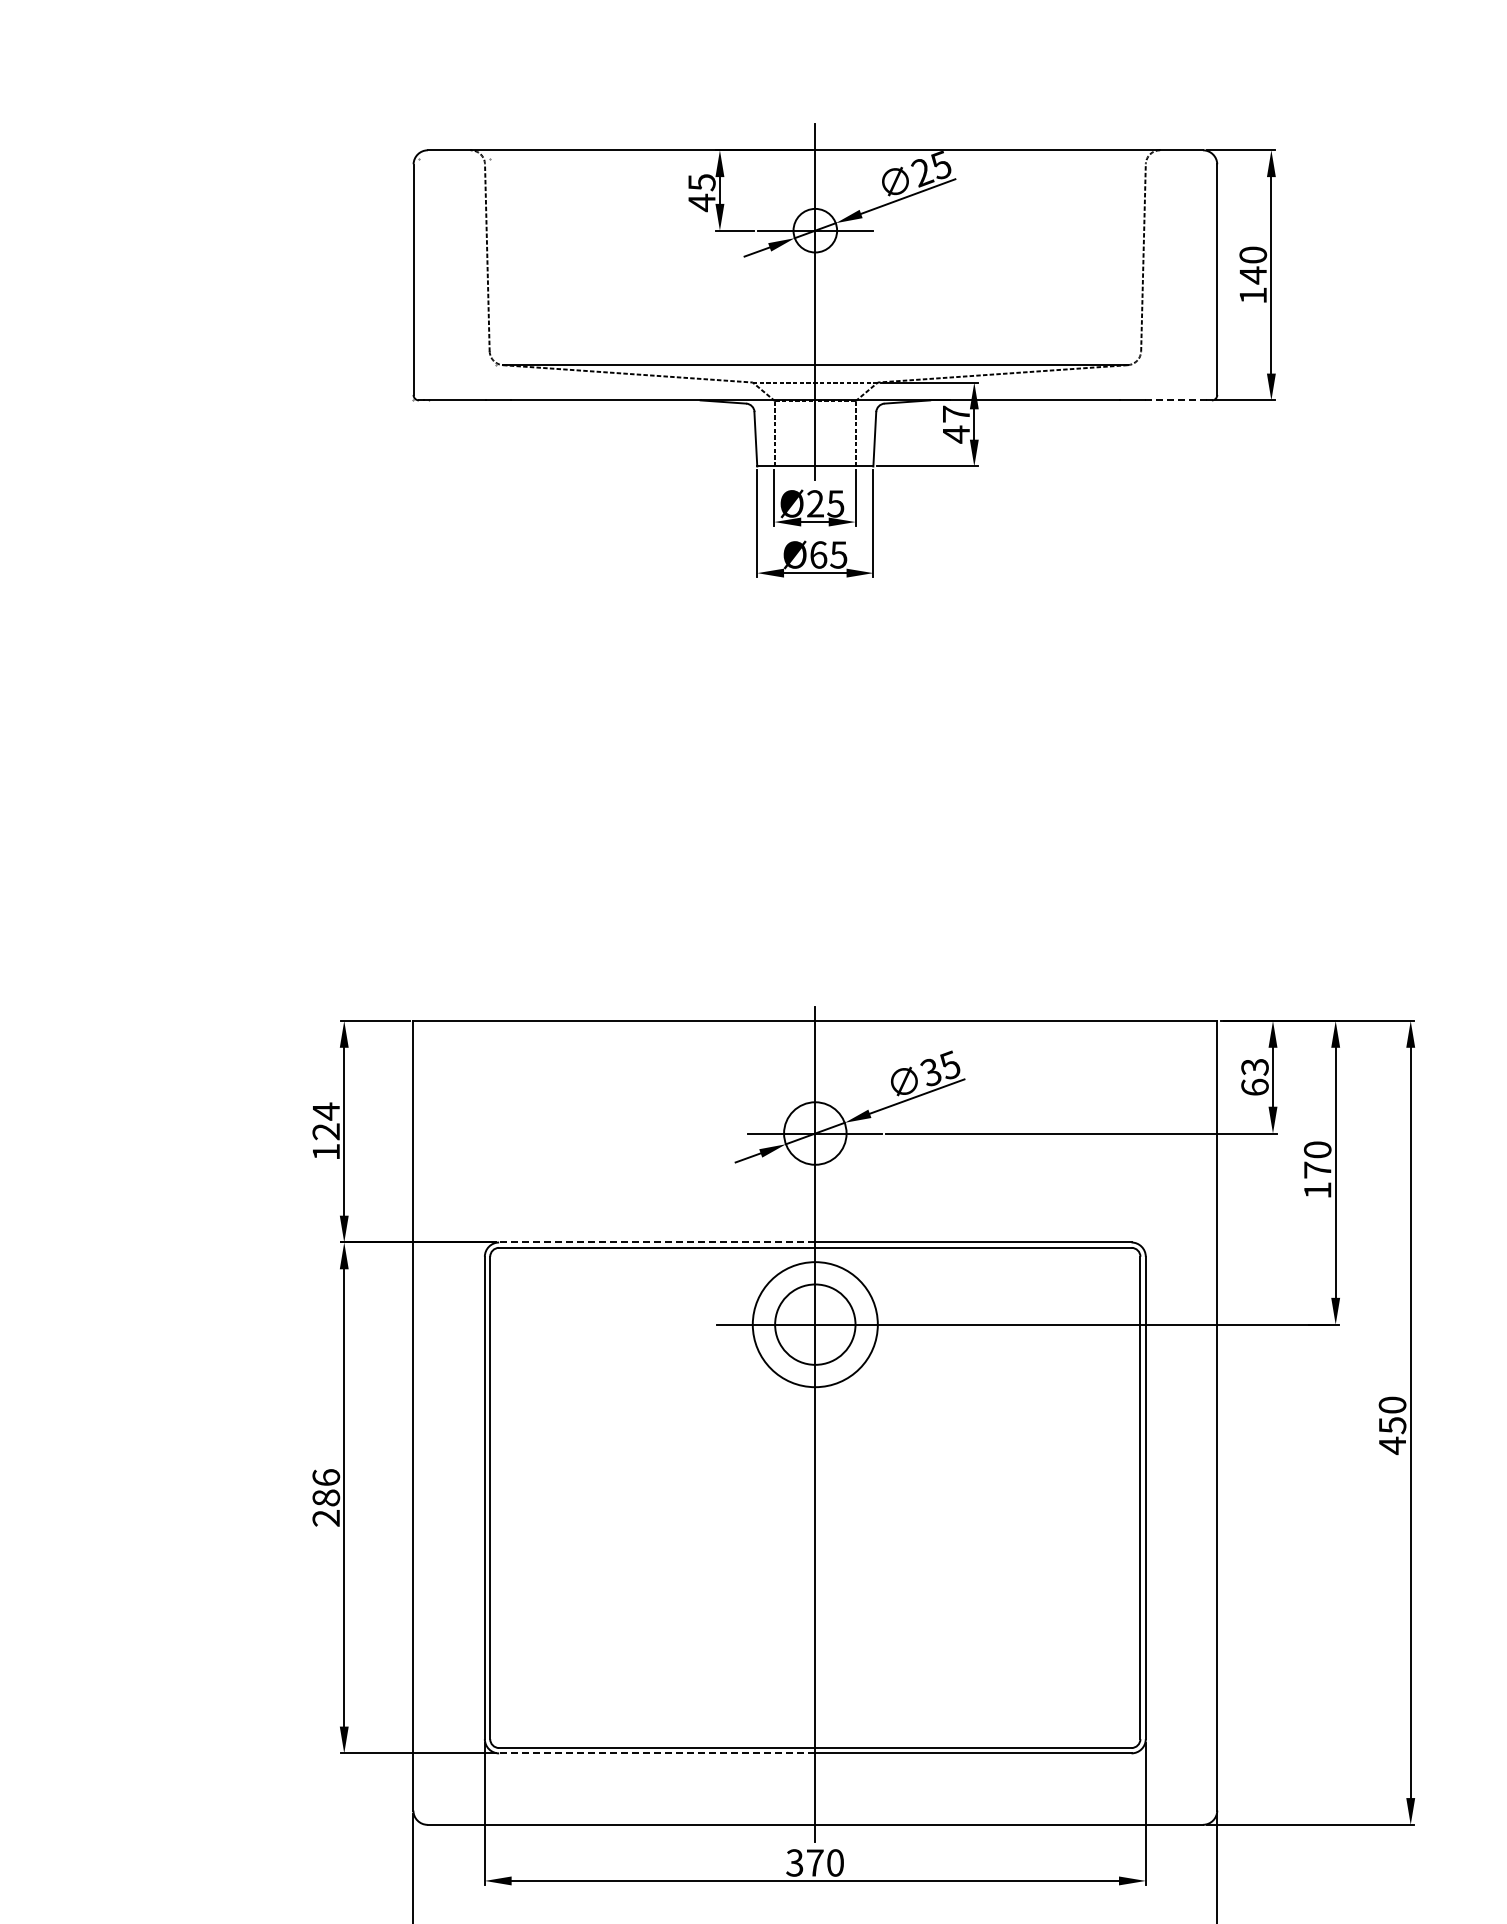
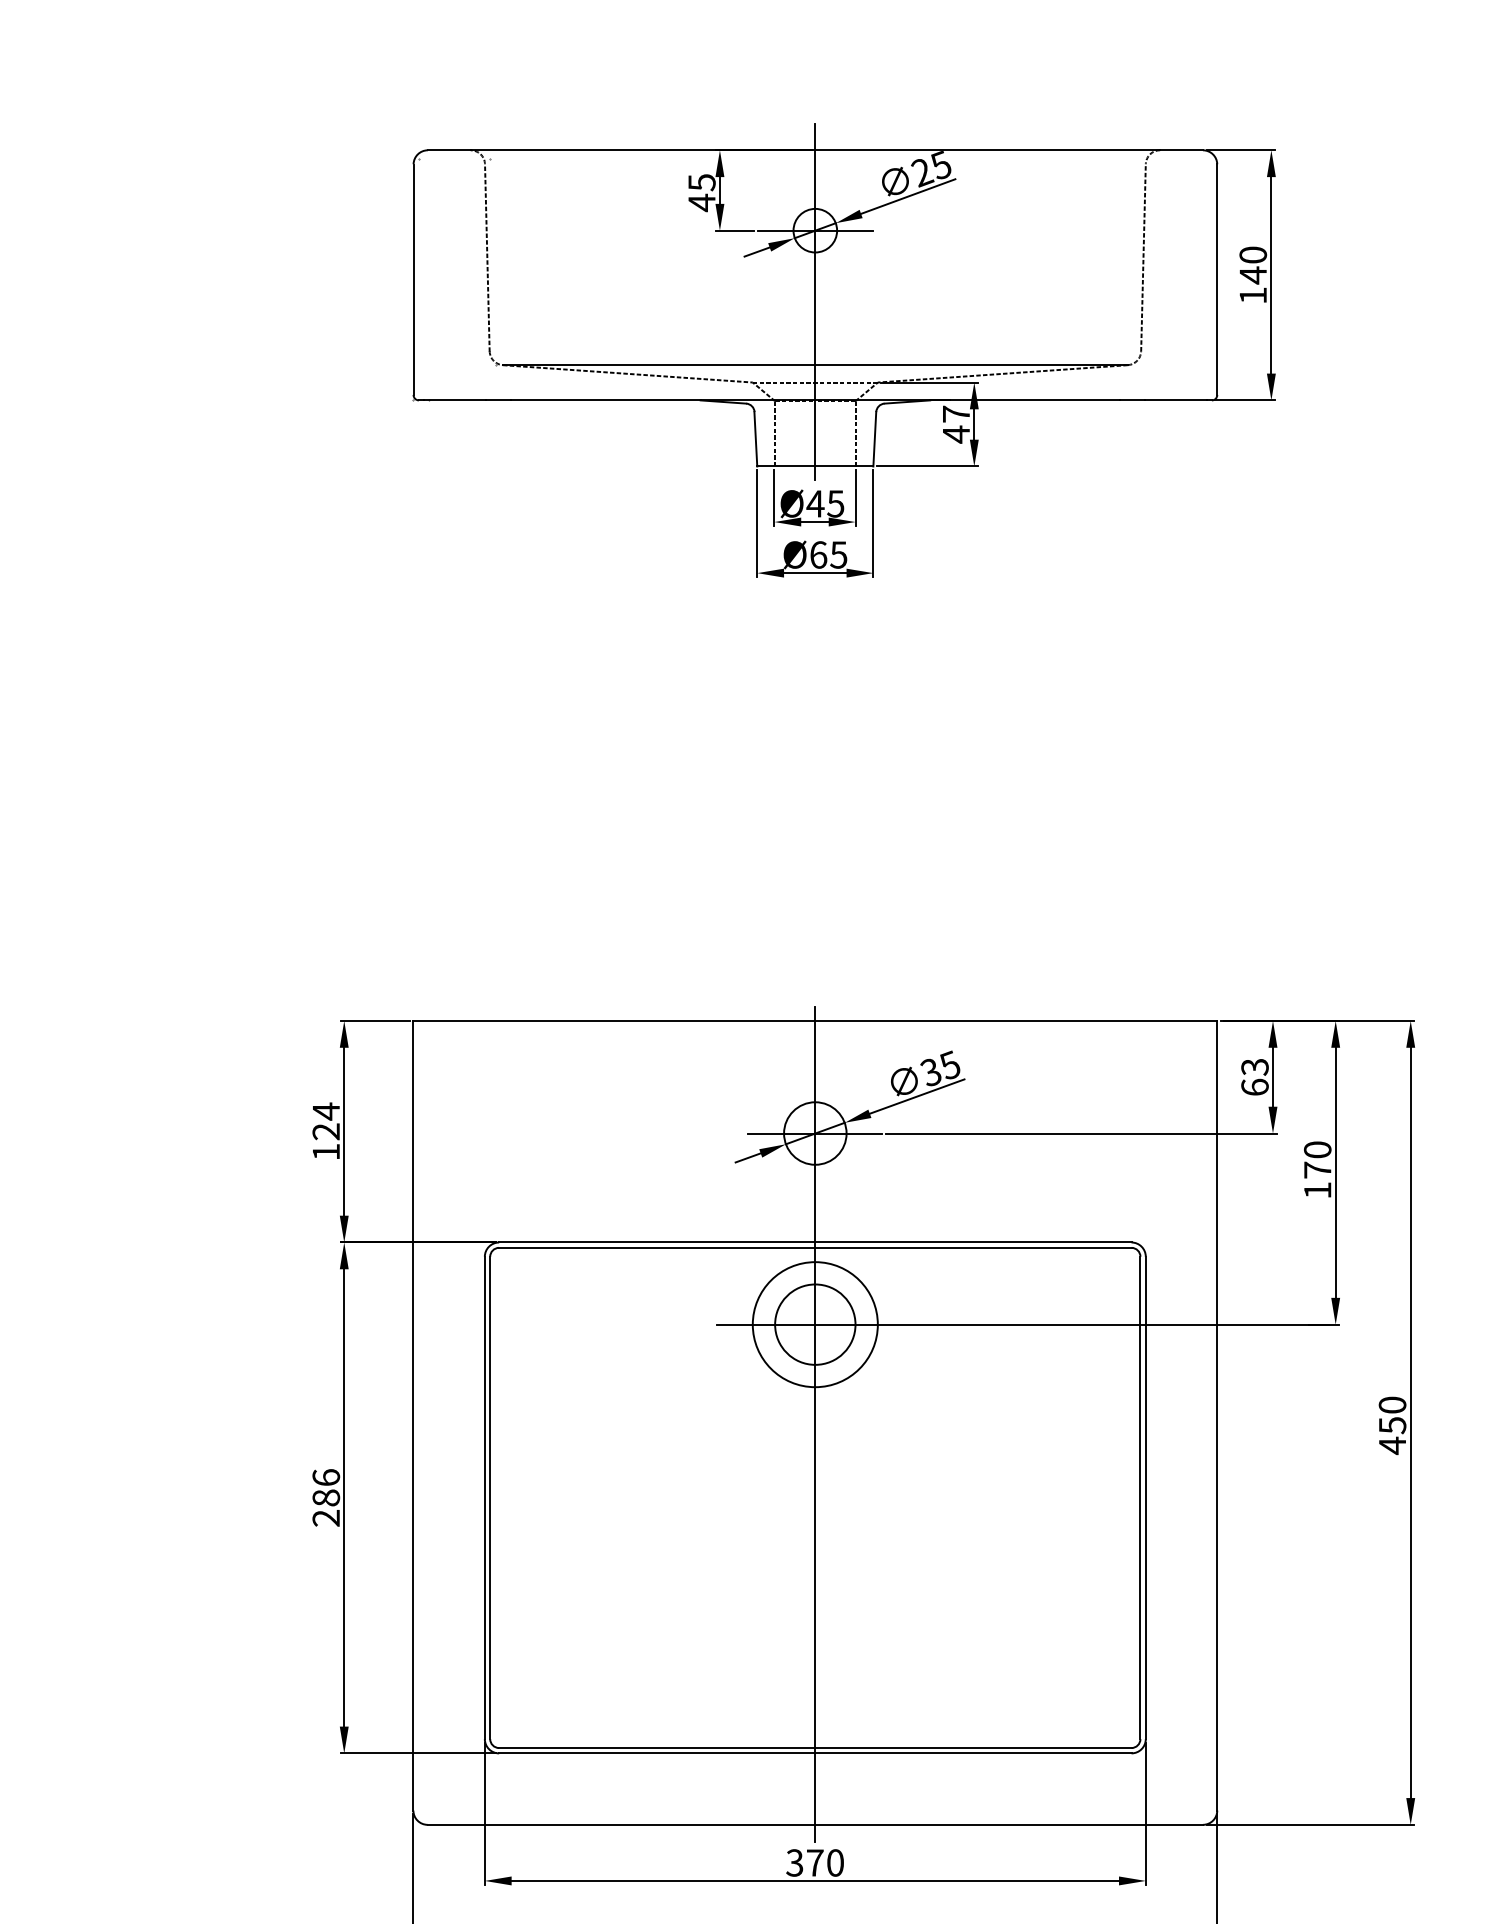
line at (1175, 400): dashed -> solid
text at (815, 503): Ø25 -> Ø45
line at (656, 1242): dashed -> solid
line at (656, 1753): dashed -> solid
